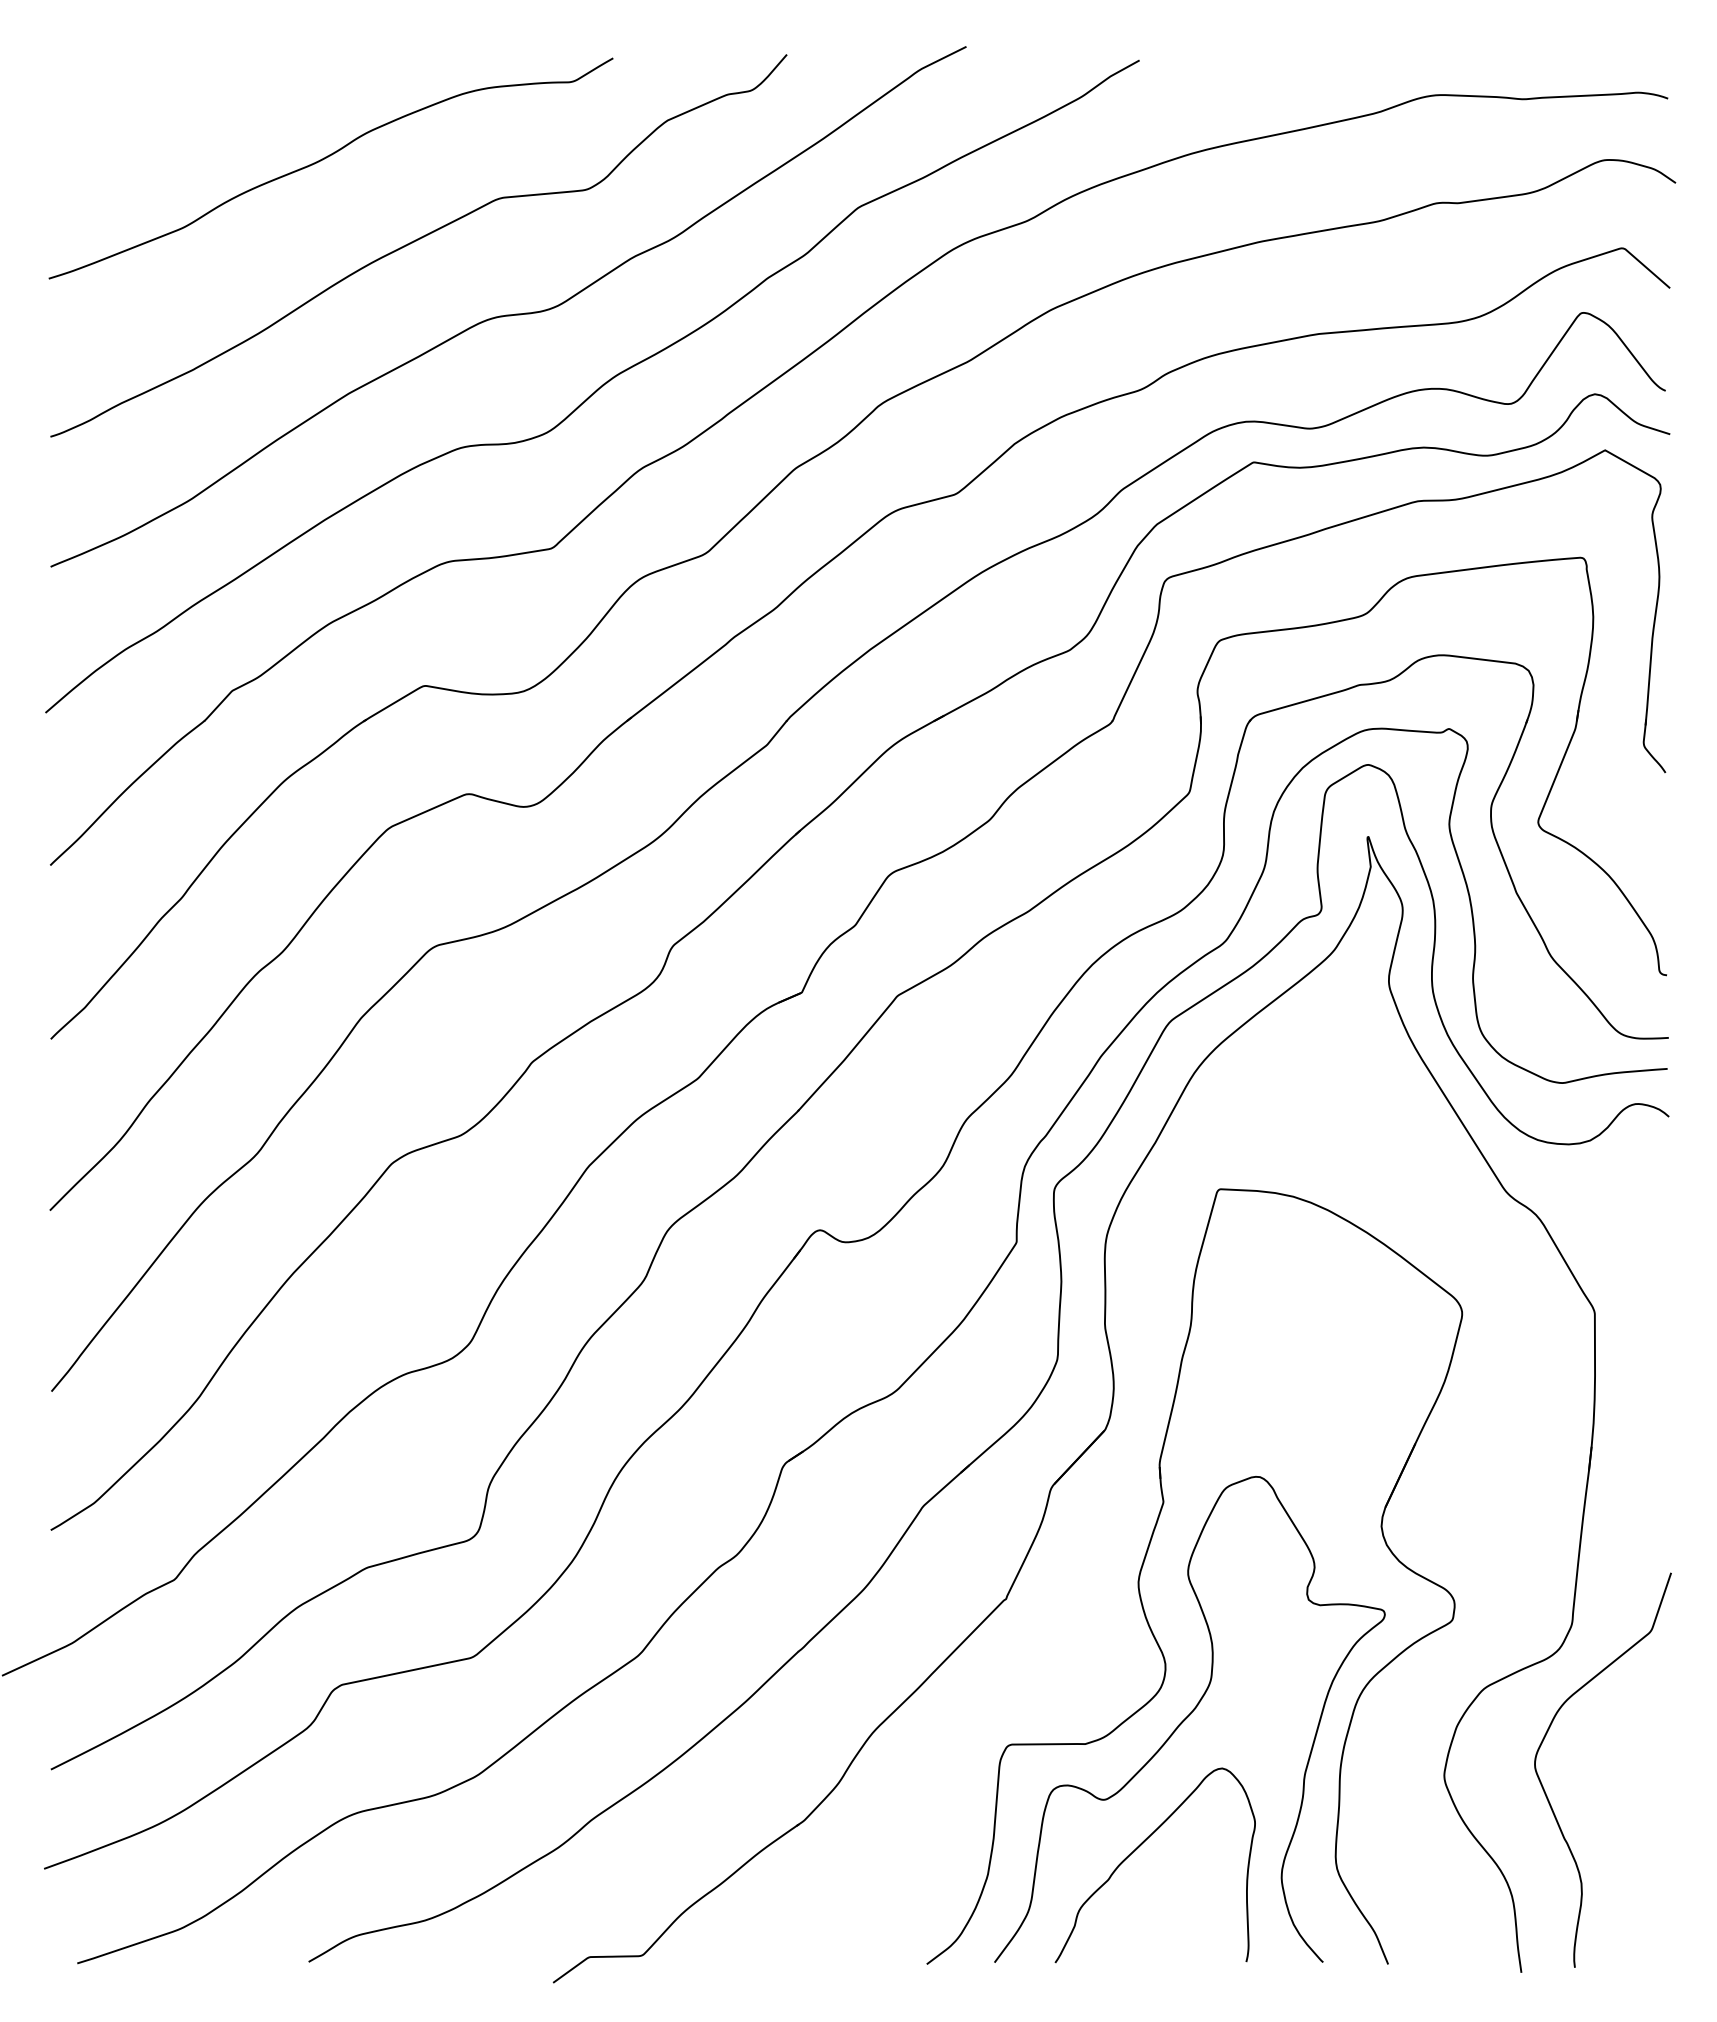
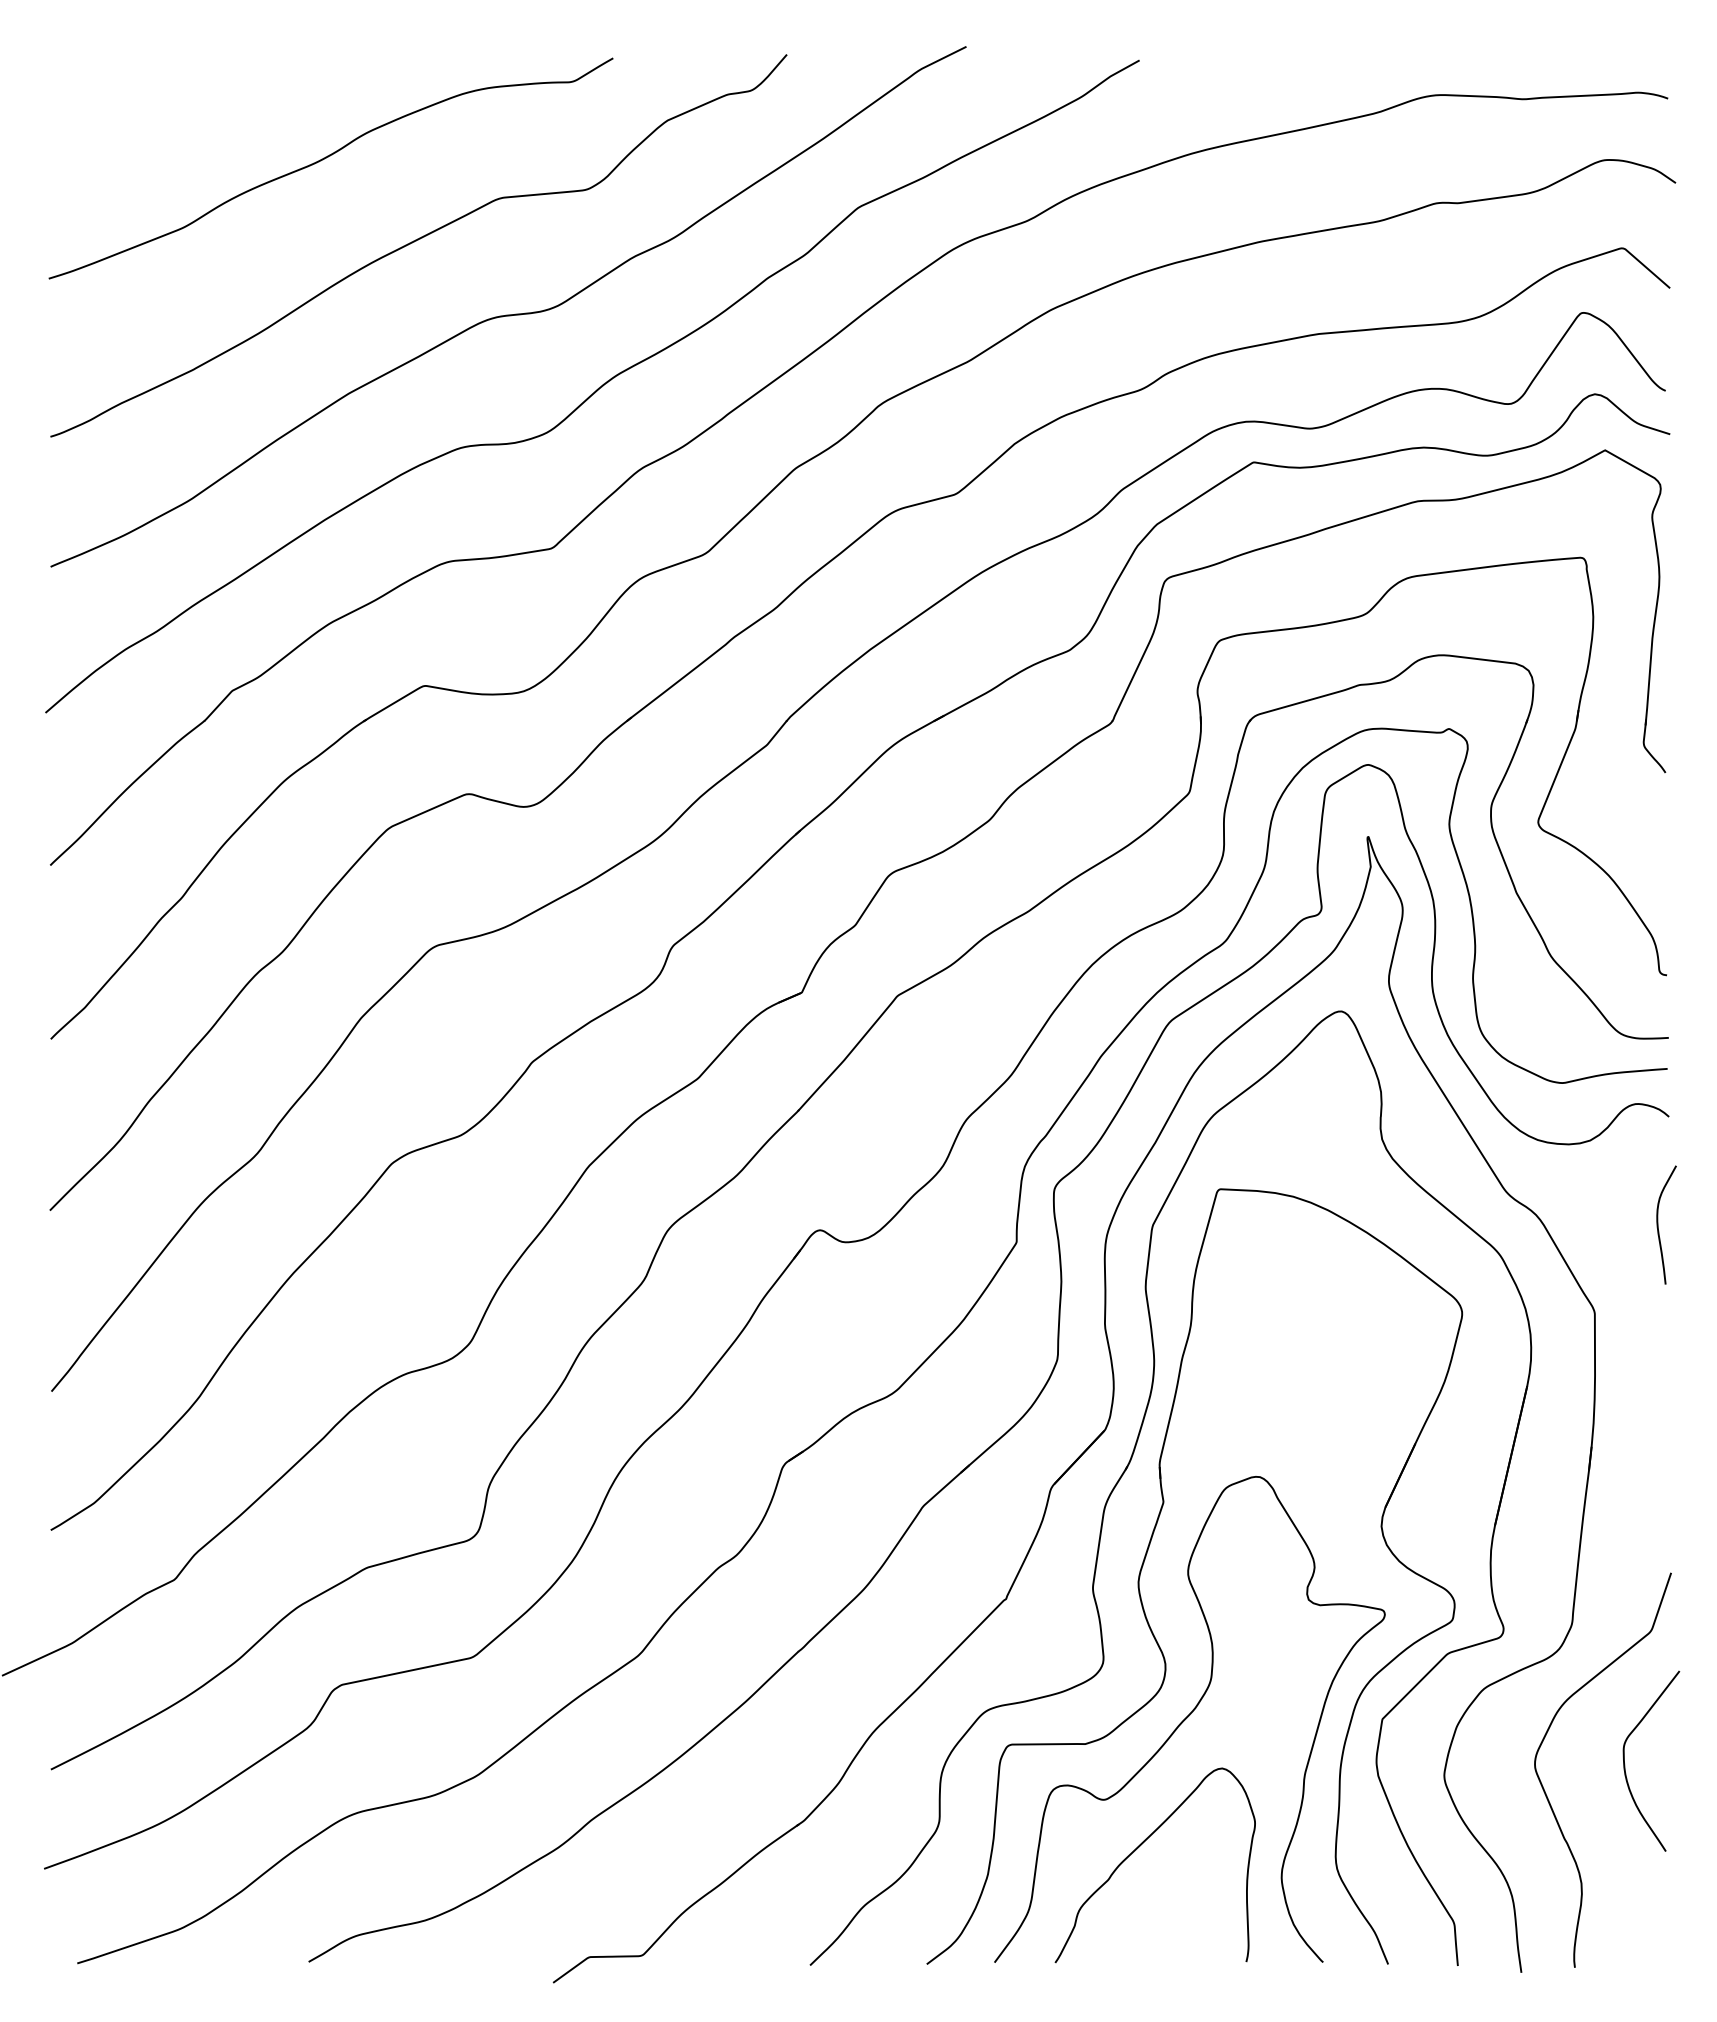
curve at (1658, 1224): none -> present
part at (1128, 1466): none -> present
curve at (1625, 1764): none -> present
